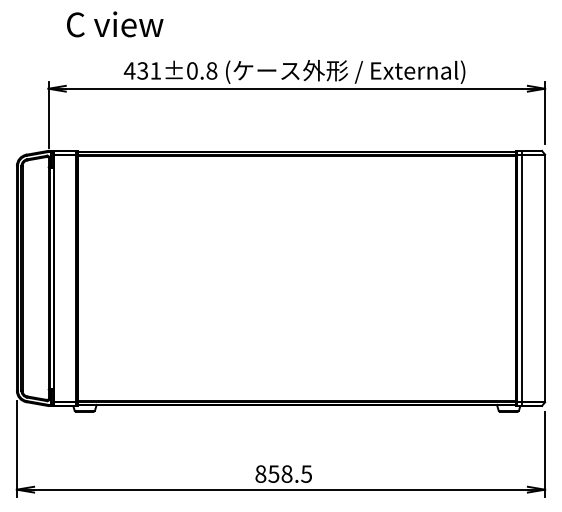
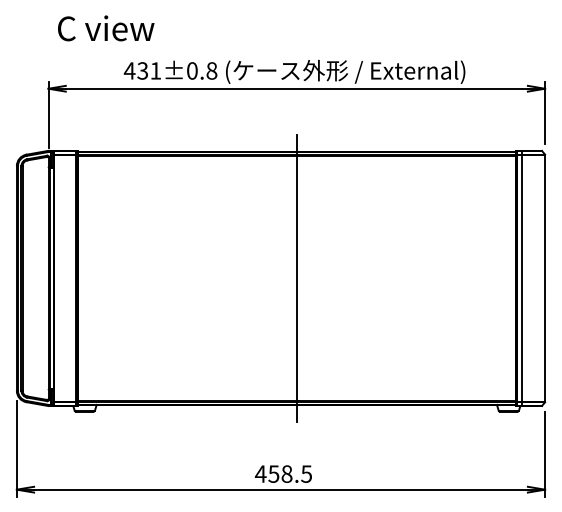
text at (115, 24) position: (115, 24) -> (106, 28)
line at (296, 278): none -> present
text at (260, 473): 858.5 -> 458.5
